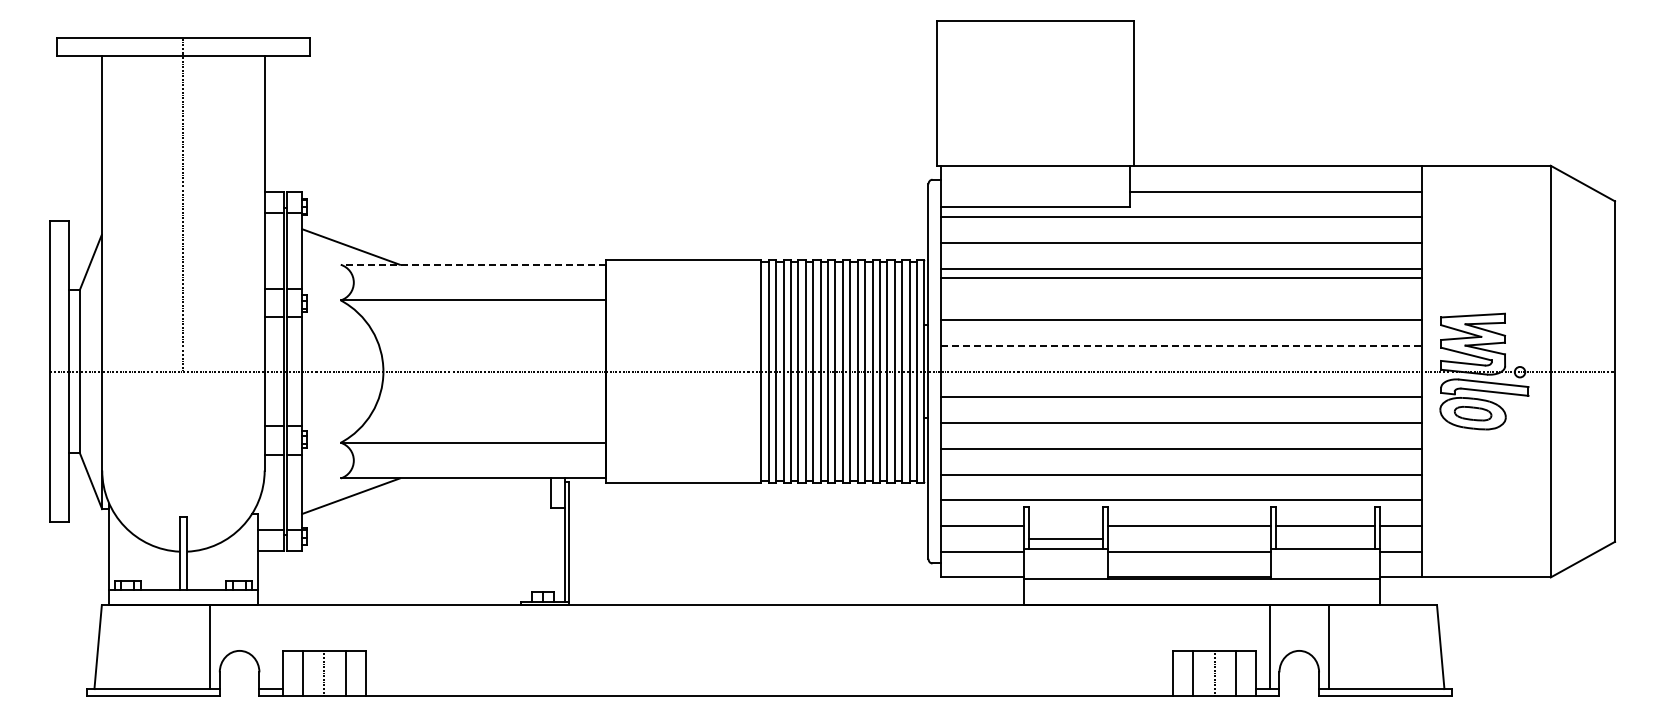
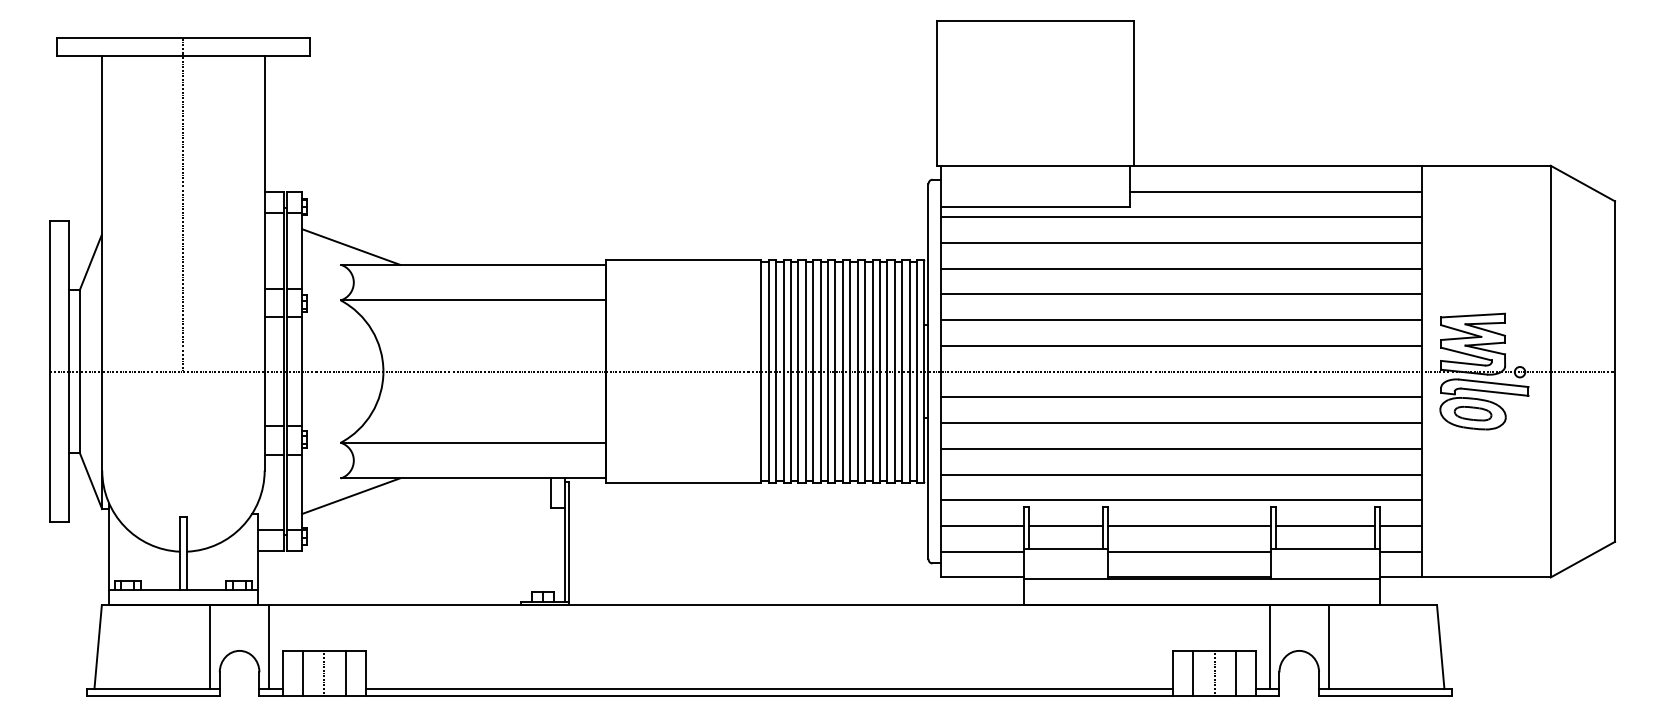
line at (472, 264): dashed -> solid
line at (1181, 278) position: (1181, 278) -> (1181, 294)
line at (1181, 345): dashed -> solid
line at (1065, 538) position: (1065, 538) -> (1065, 525)
line at (269, 647): none -> present
line at (769, 689): none -> present
